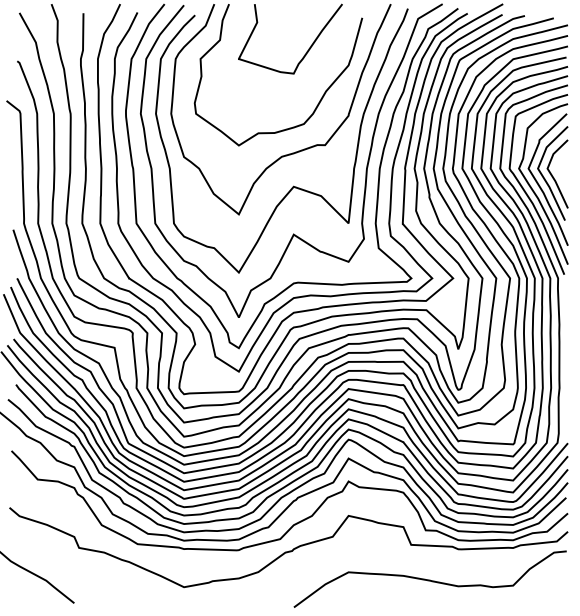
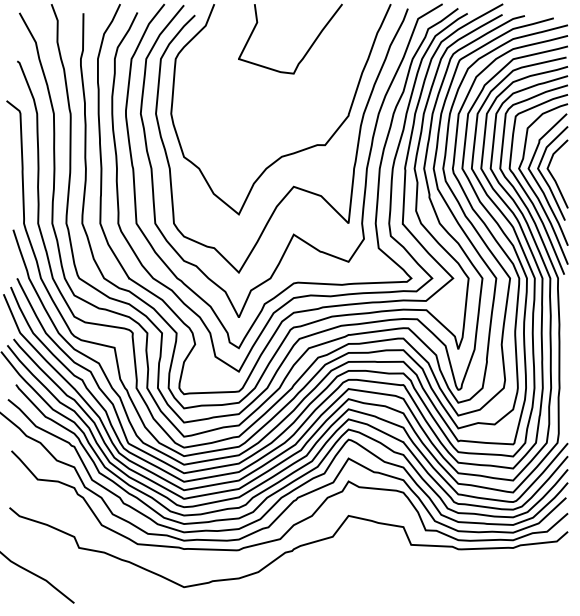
curve at (320, 98): present -> none
curve at (429, 579): present -> none
